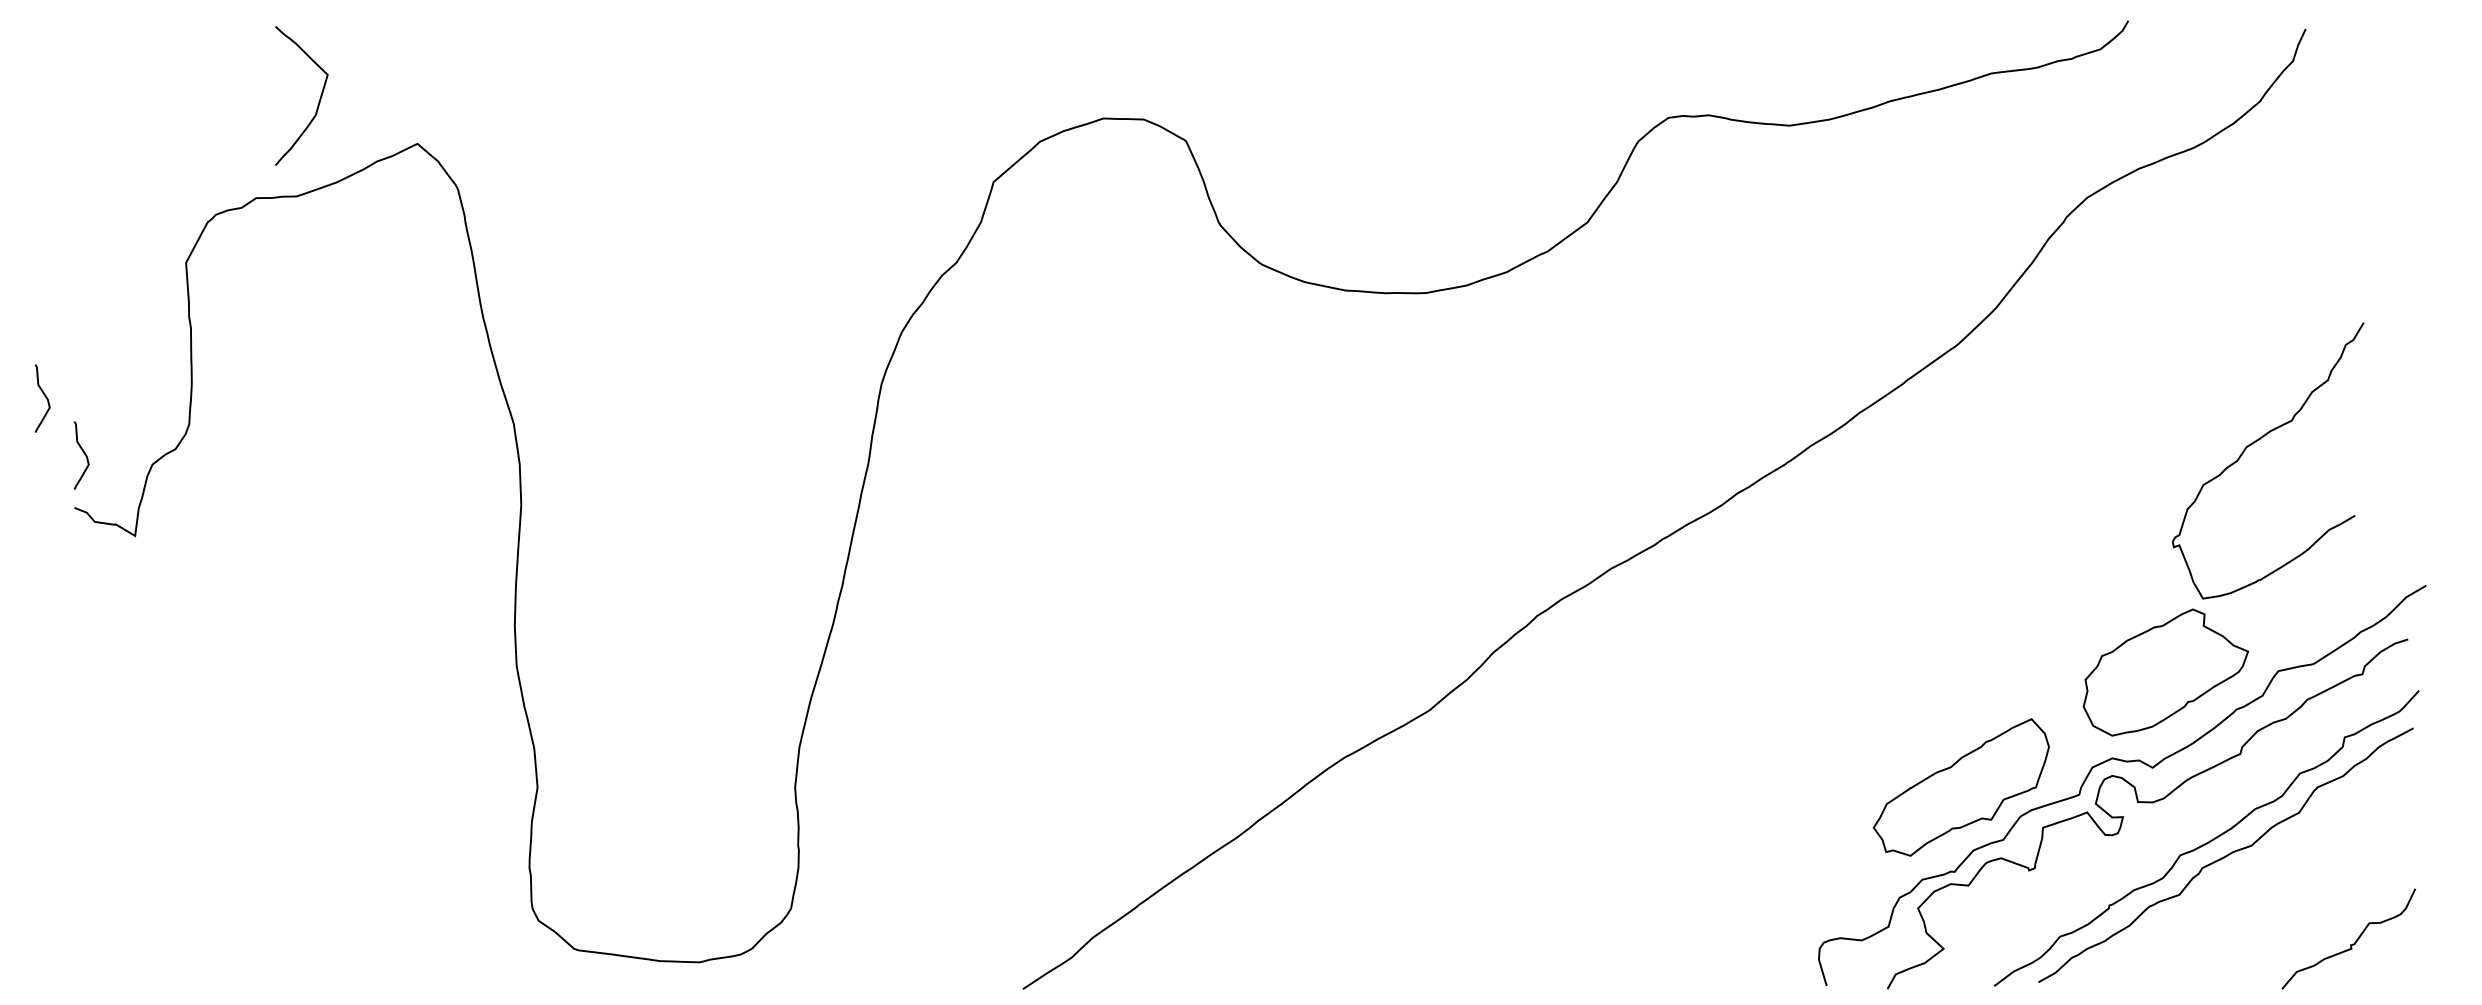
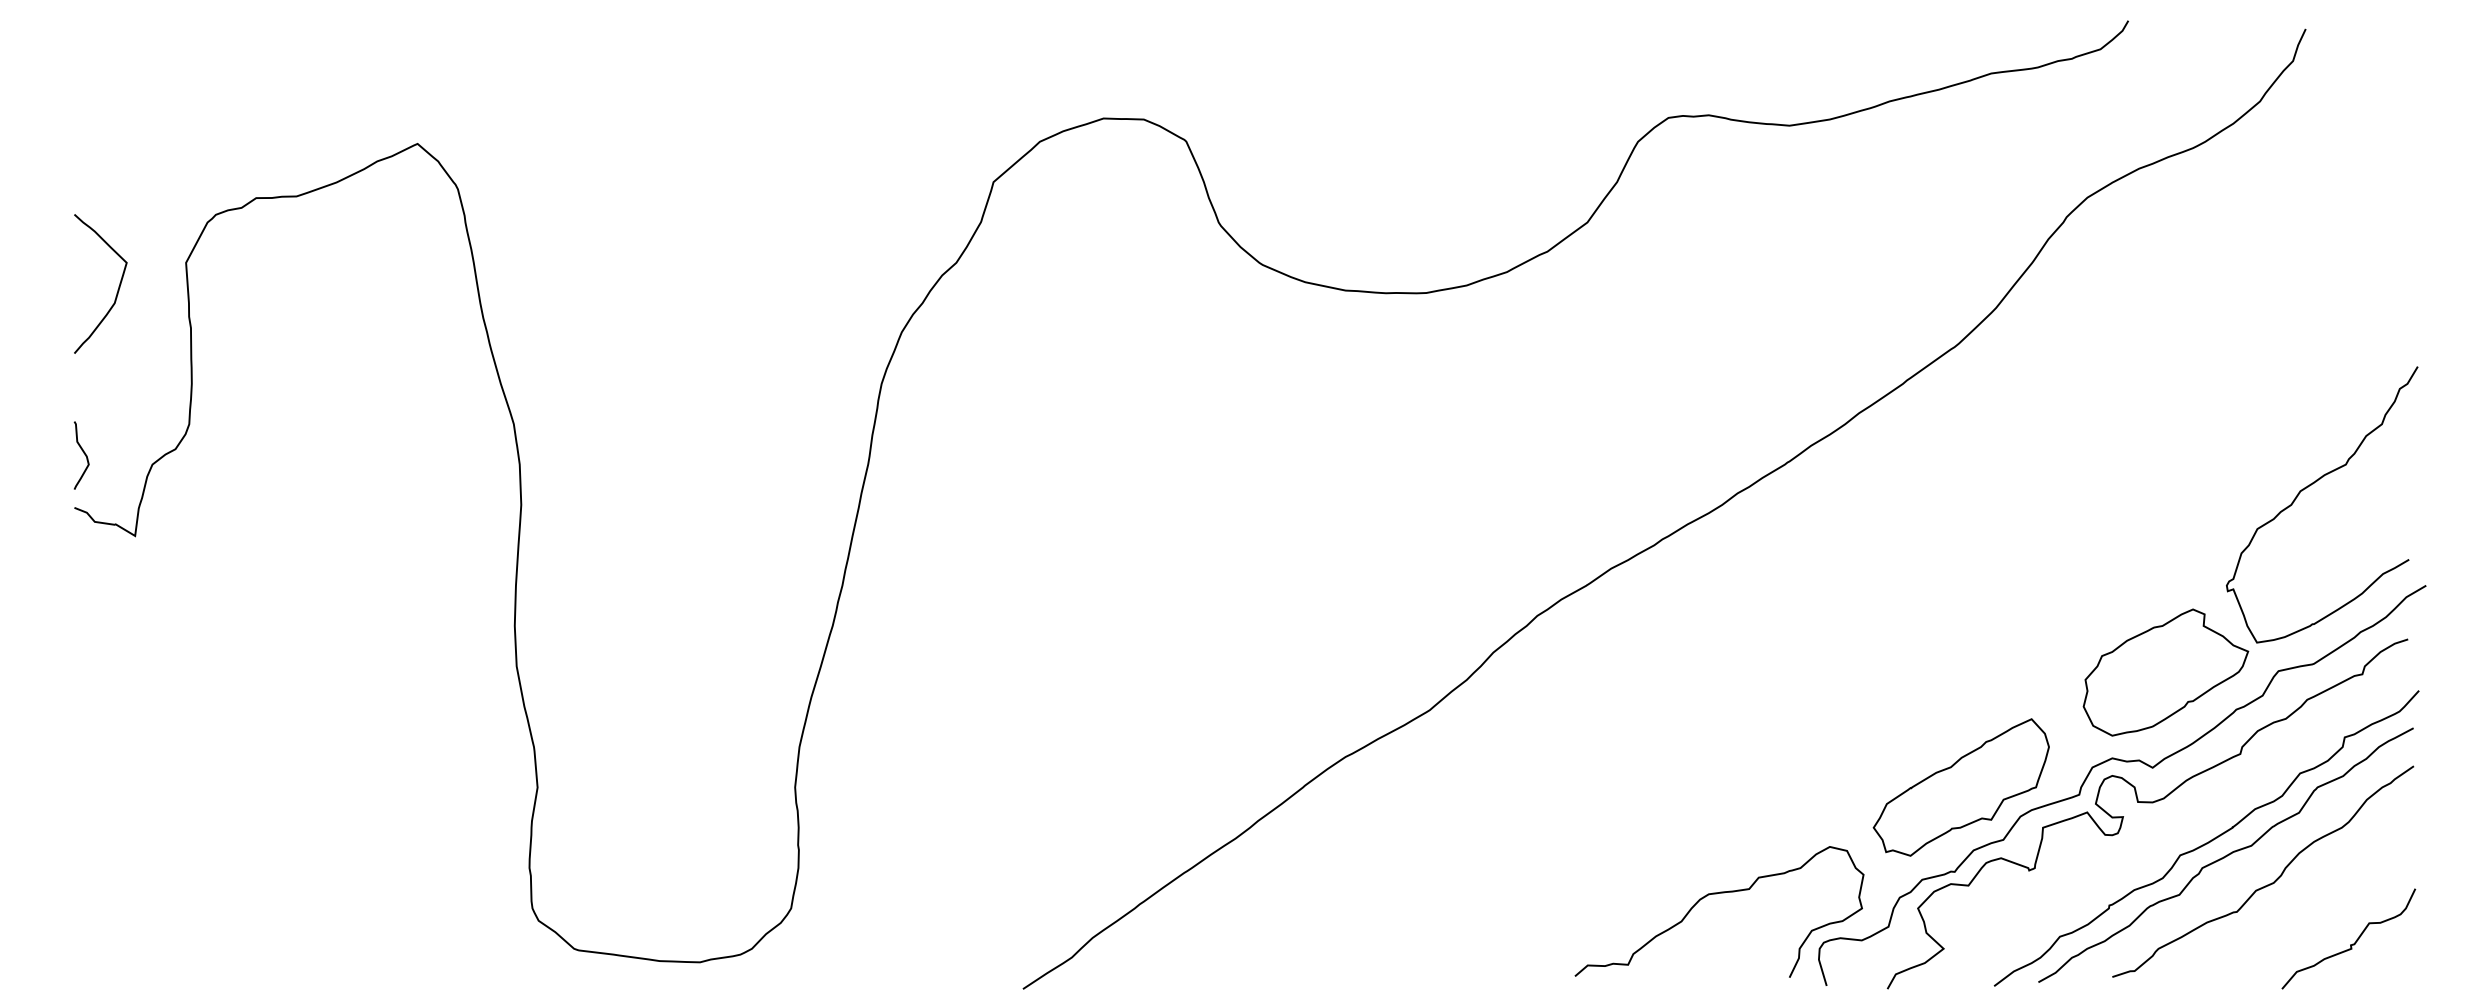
curve at (318, 101) position: (318, 101) -> (117, 289)
curve at (44, 396): present -> none
curve at (2259, 440) position: (2259, 440) -> (2313, 484)
curve at (2269, 883): none -> present
curve at (1716, 894): none -> present
